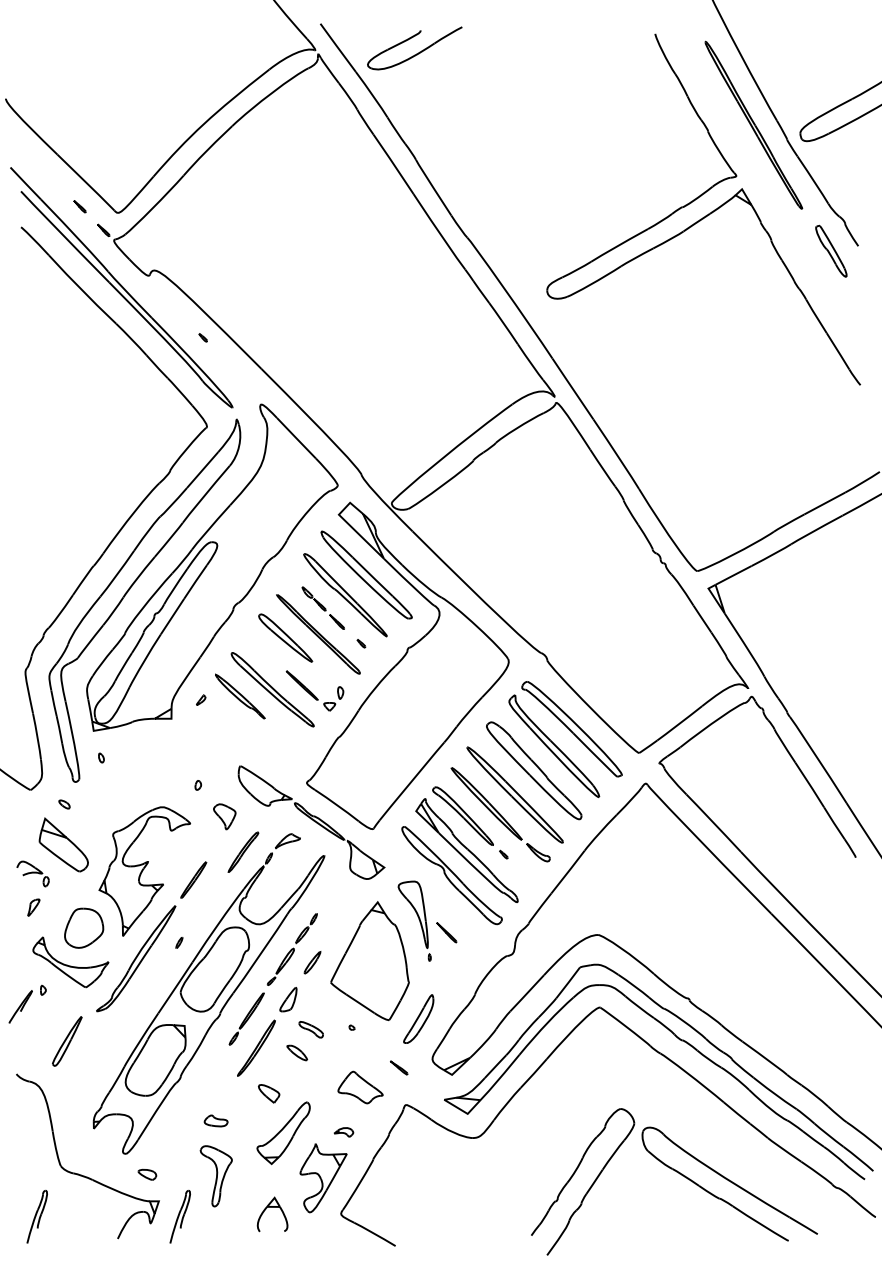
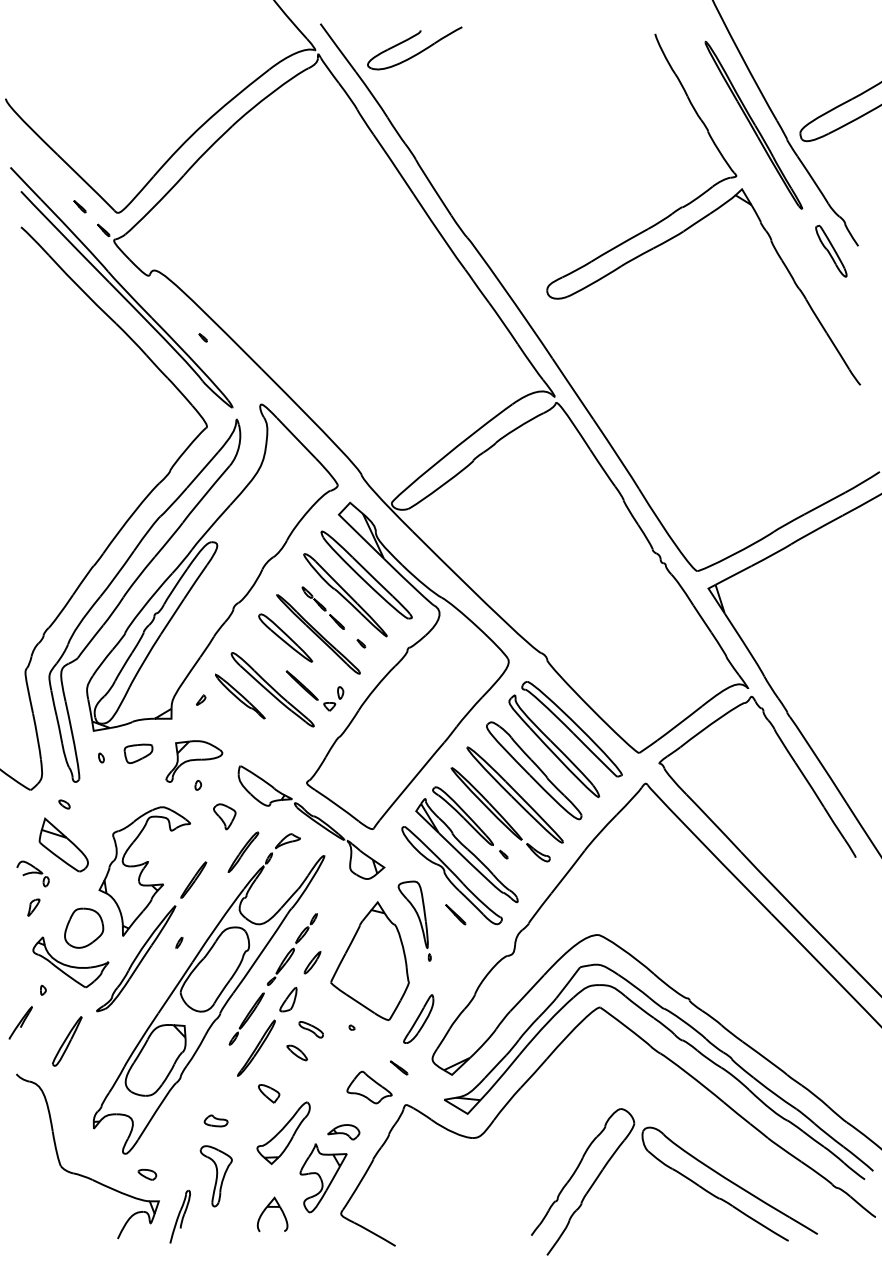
part at (138, 753): none -> present
part at (194, 761): none -> present
line at (446, 932) position: (446, 932) -> (455, 914)
part at (20, 1006) position: (20, 1006) -> (20, 1022)
part at (360, 1087) position: (360, 1087) -> (369, 1087)
part at (343, 1132) size: 22x11 px -> 34x17 px
part at (36, 1216): present -> none
